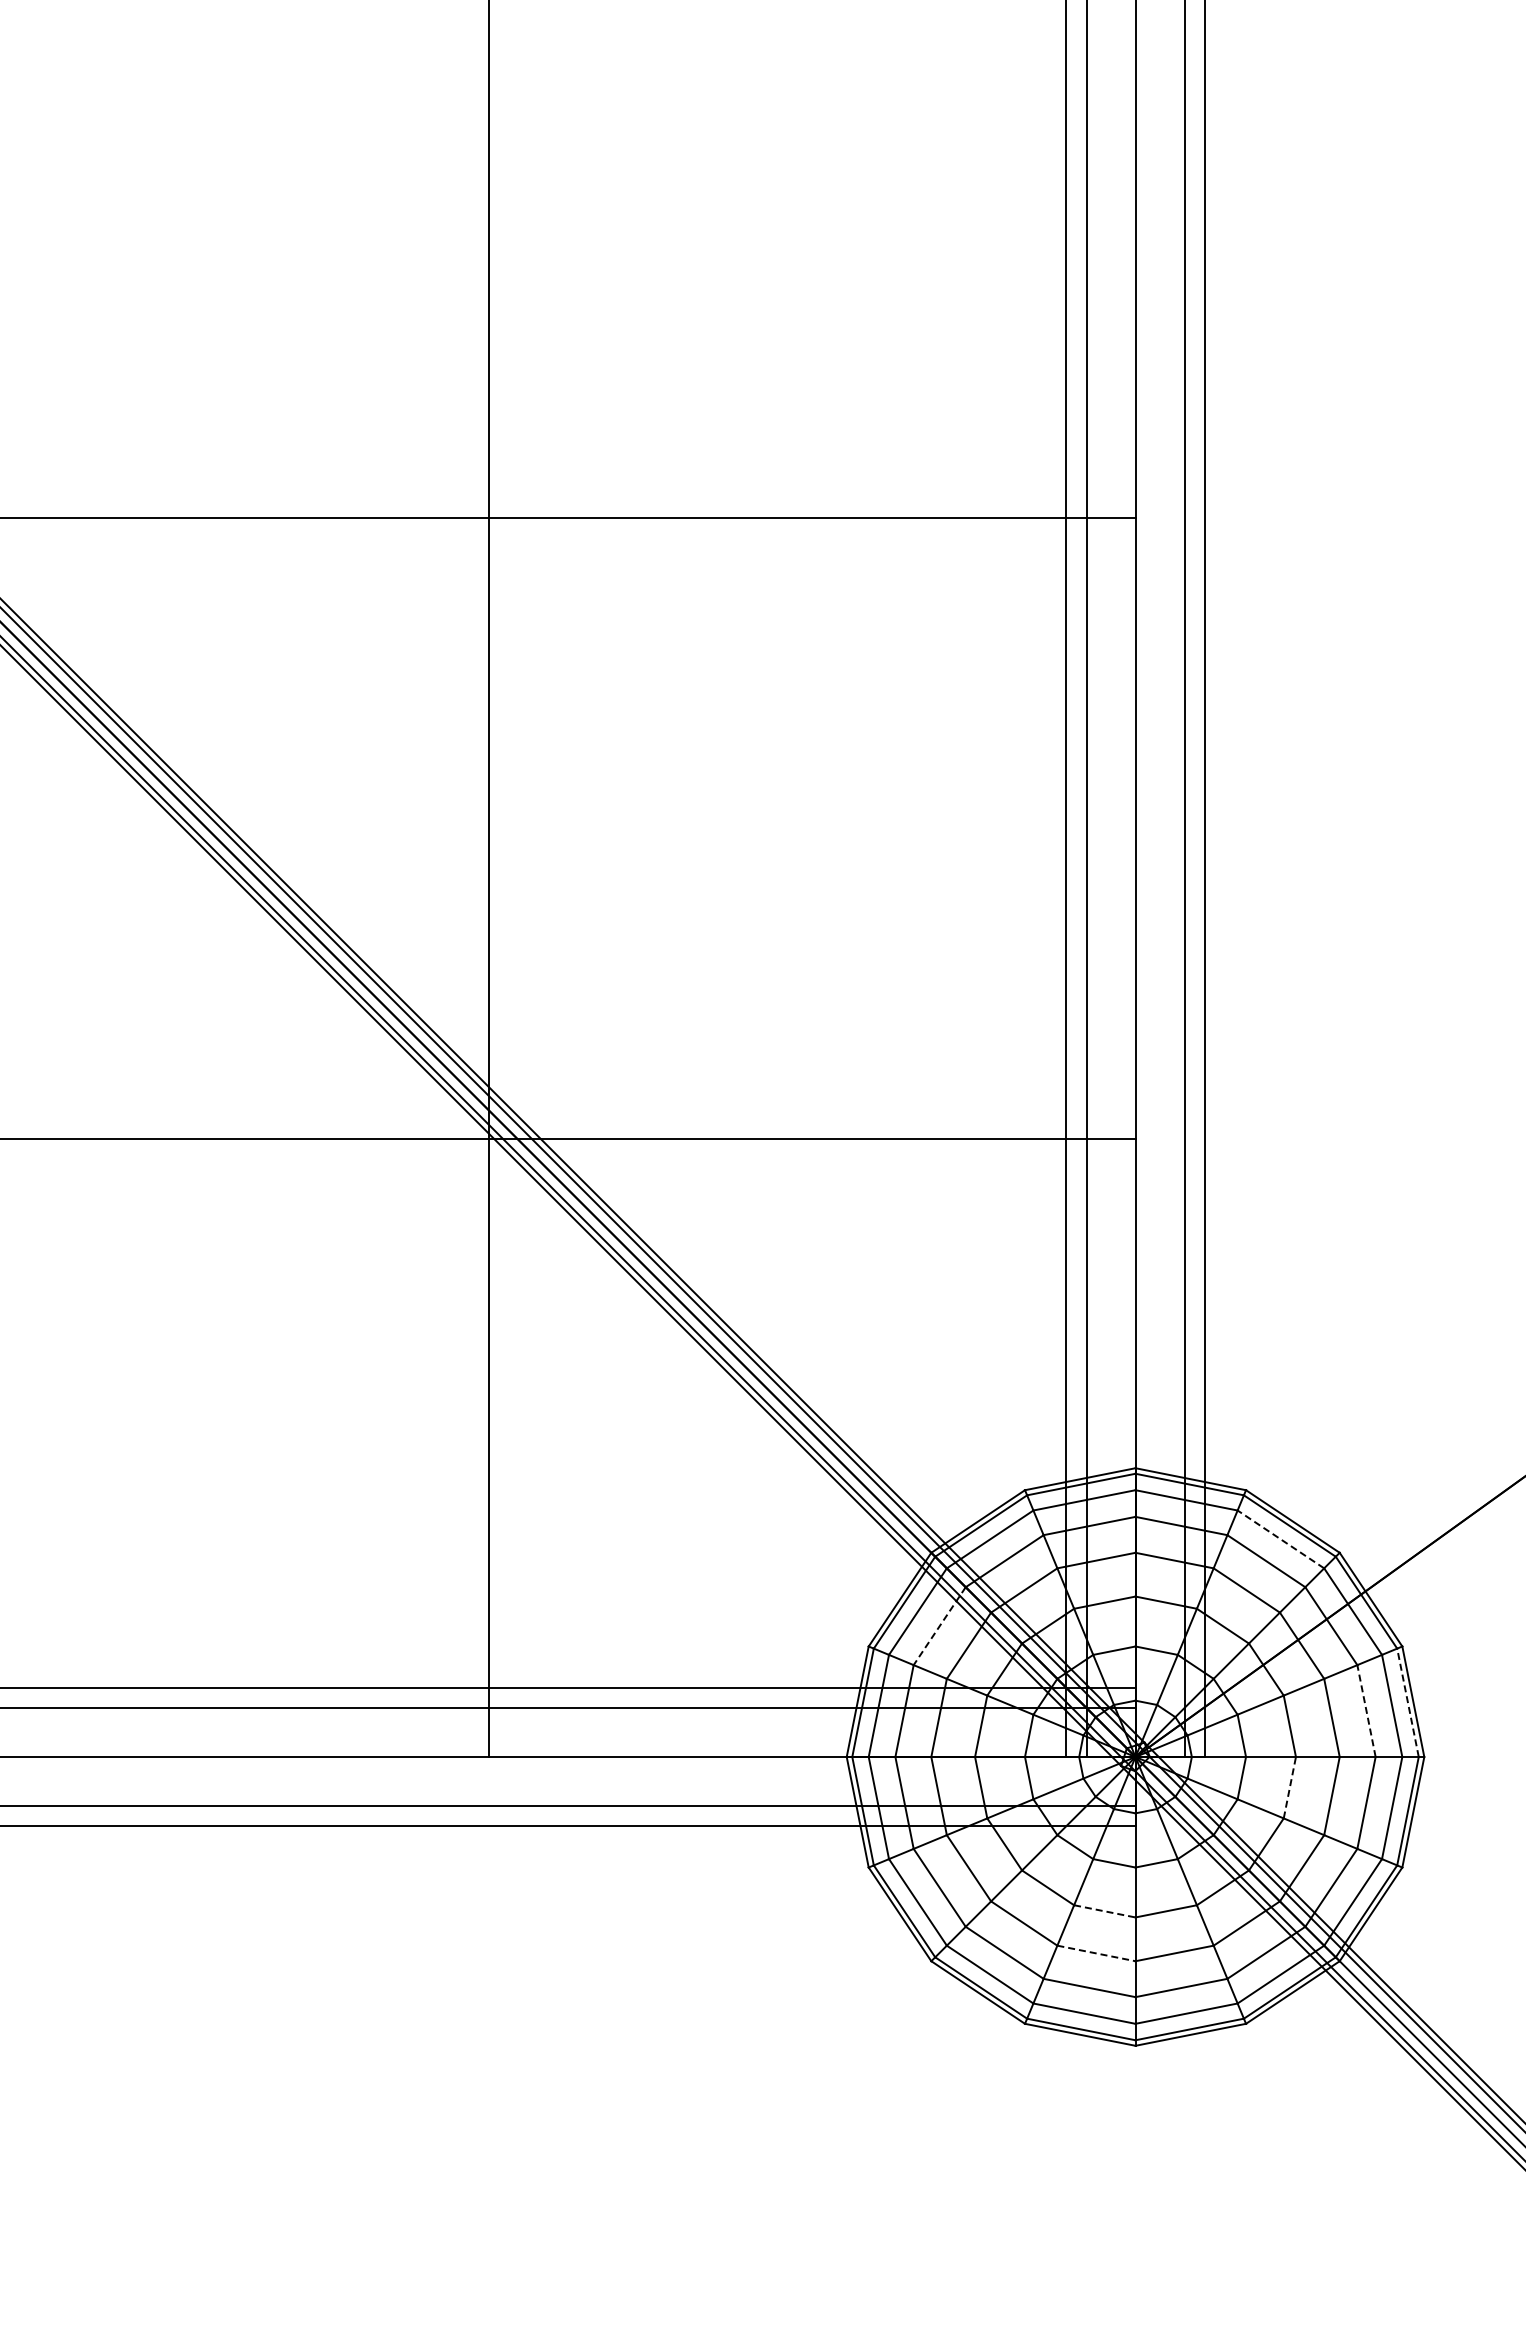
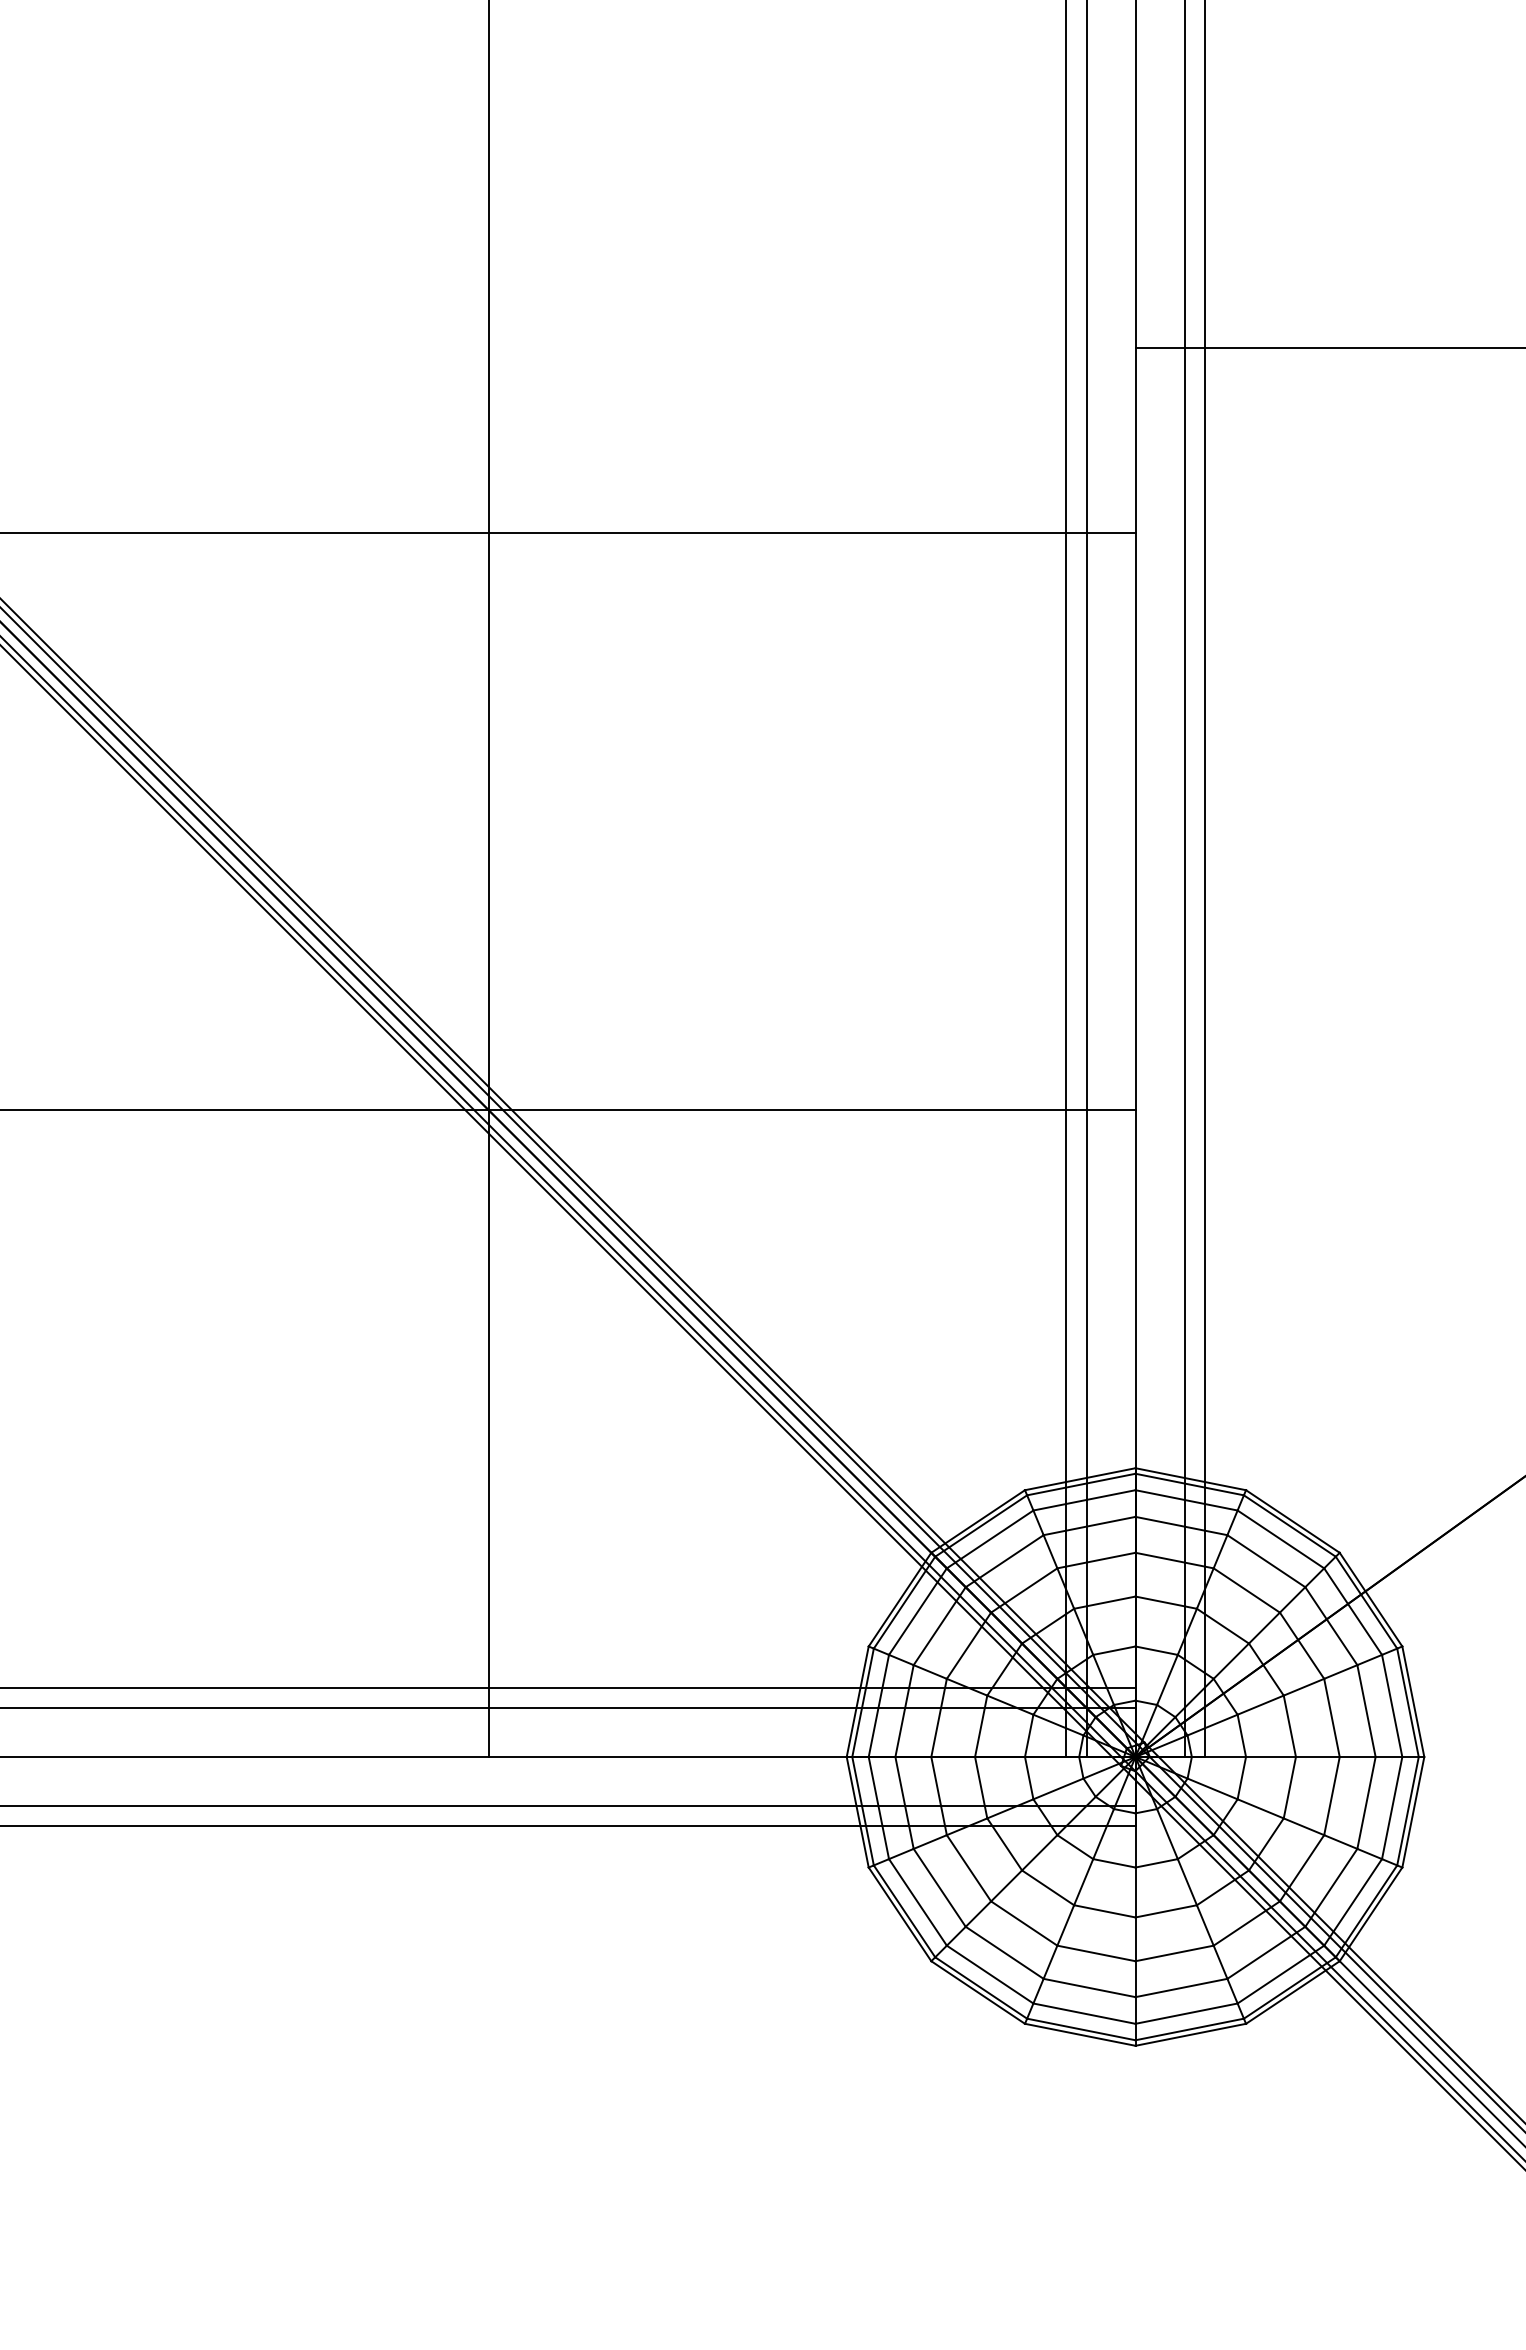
line at (1328, 347): none -> present
line at (568, 517) position: (568, 517) -> (568, 532)
line at (568, 1139) position: (568, 1139) -> (568, 1110)
line at (1280, 1539): dashed -> solid
line at (939, 1626): dashed -> solid
line at (1407, 1702): dashed -> solid
line at (1366, 1711): dashed -> solid
line at (1289, 1787): dashed -> solid
line at (1105, 1911): dashed -> solid
line at (1096, 1953): dashed -> solid
